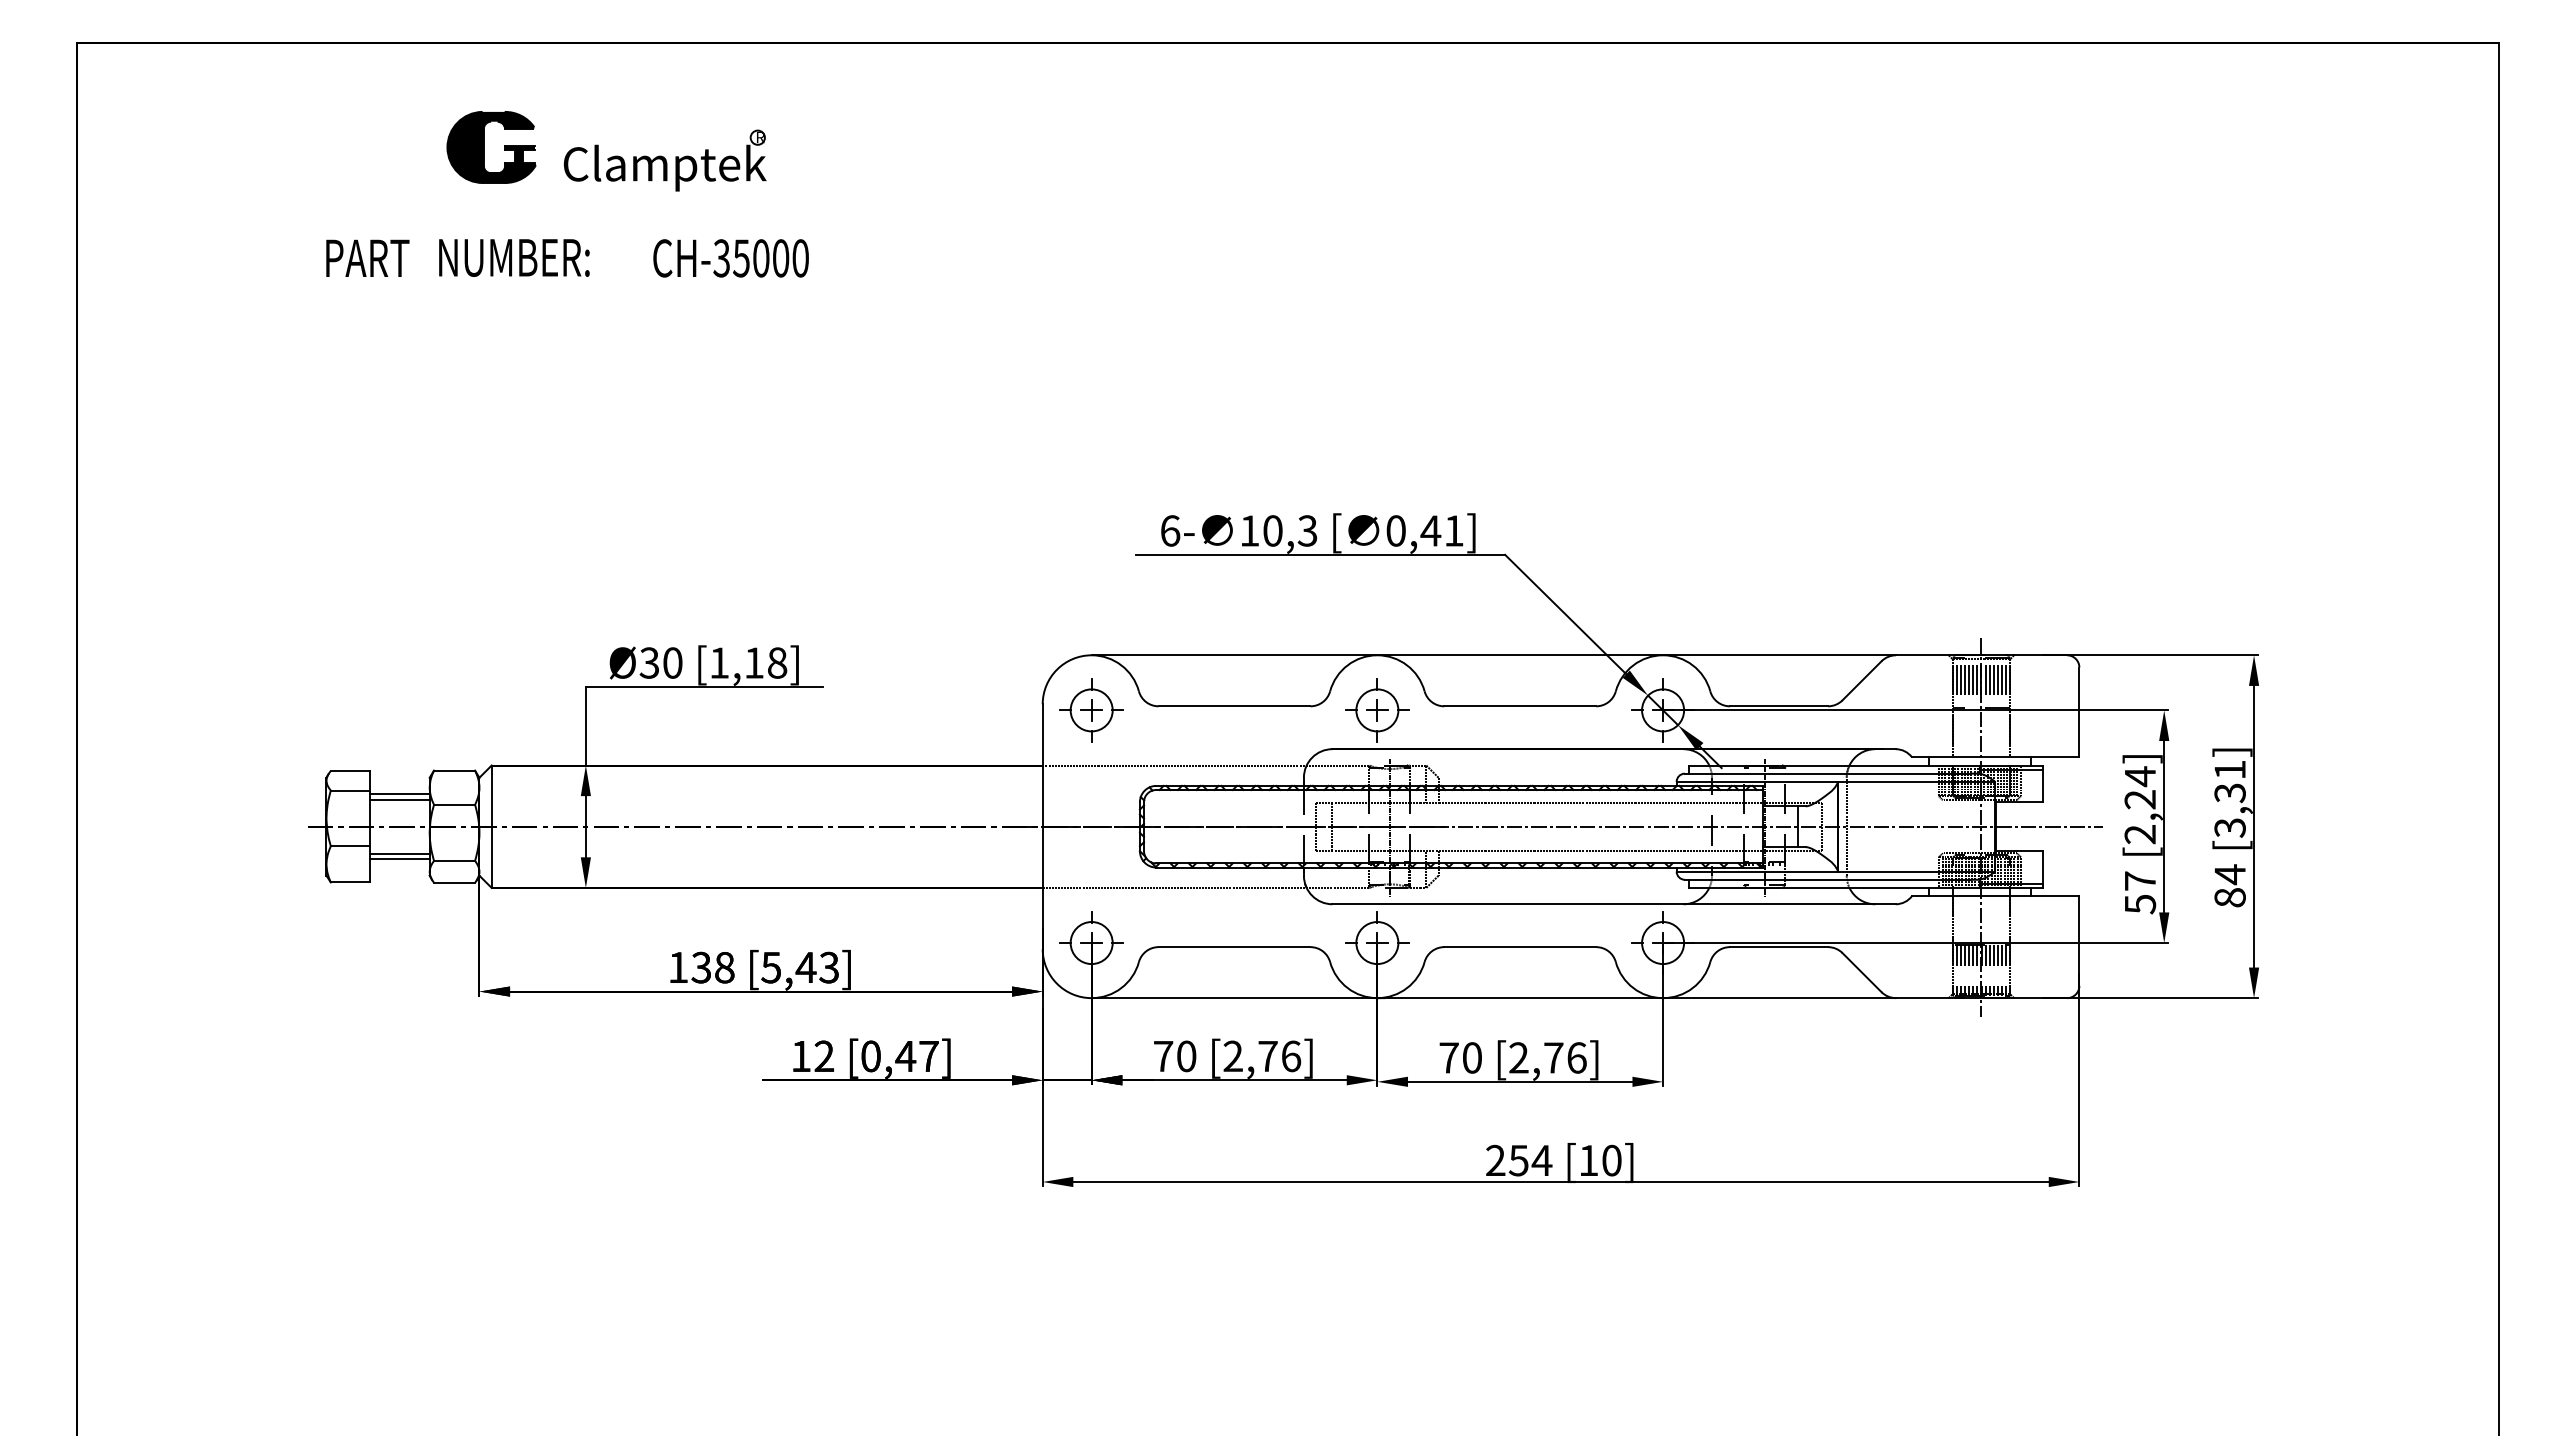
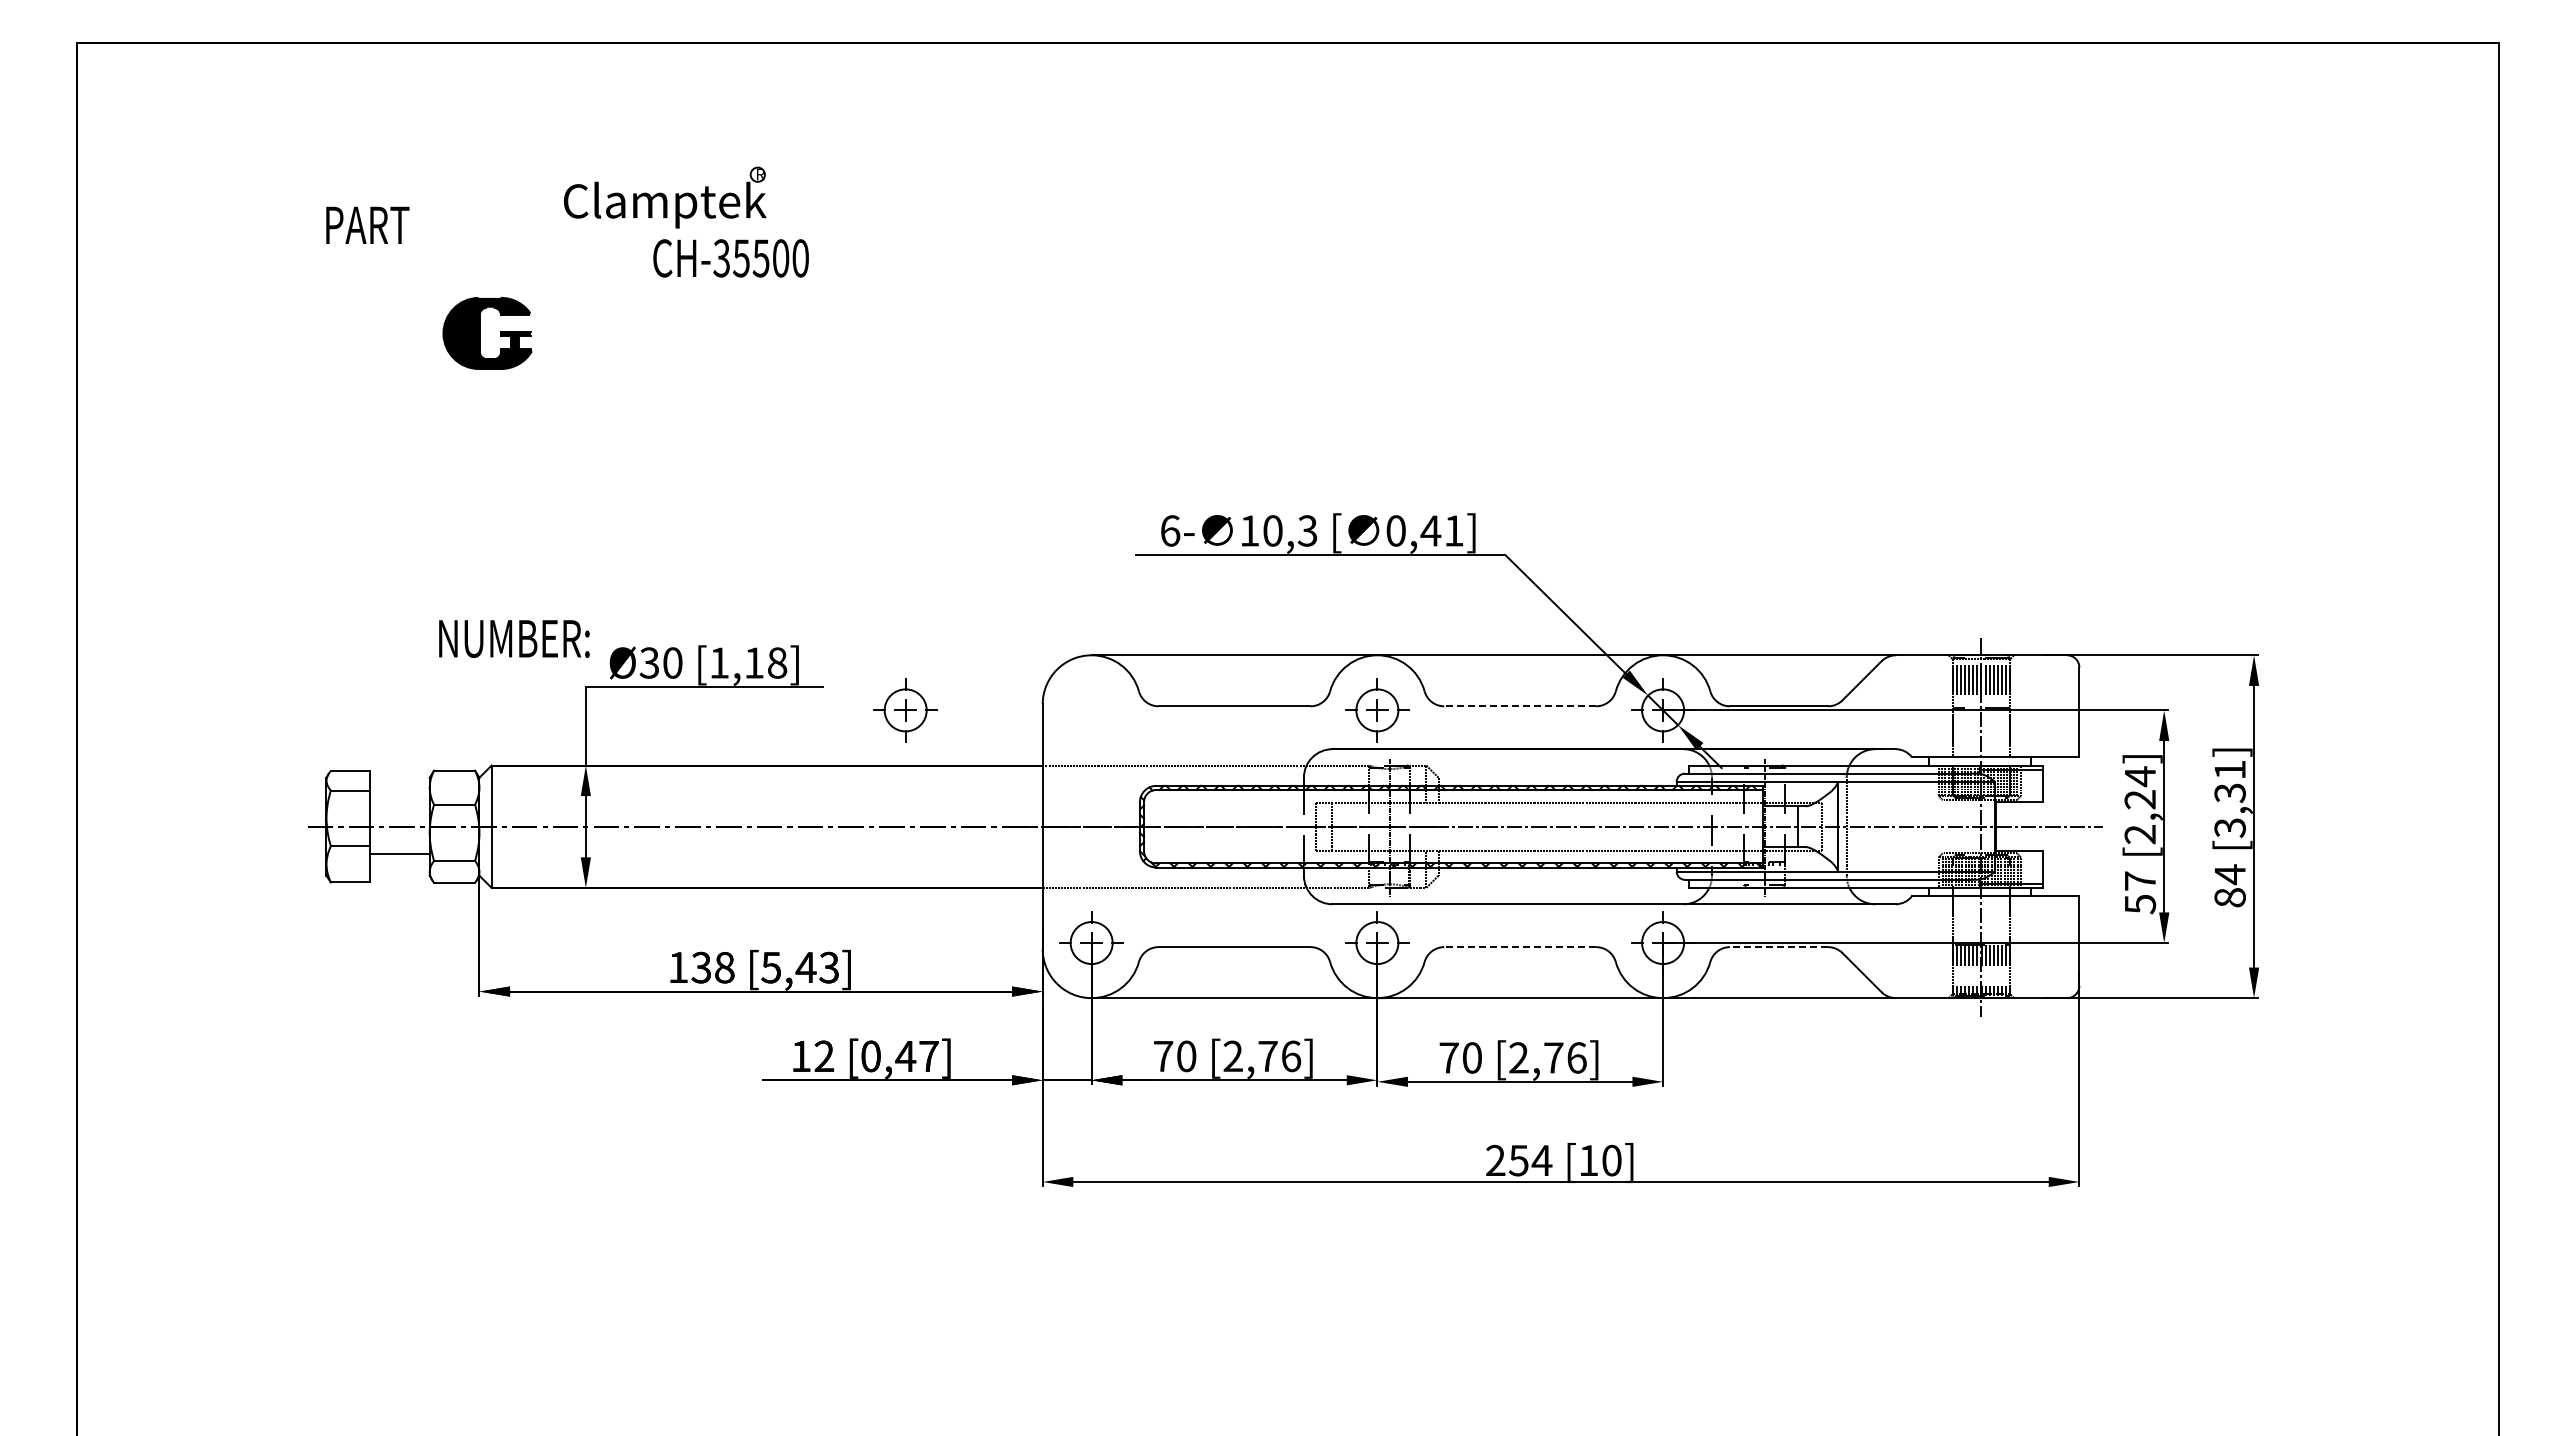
part at (484, 147) position: (484, 147) -> (480, 333)
part at (665, 160) position: (665, 160) -> (665, 197)
text at (367, 257) position: (367, 257) -> (367, 224)
text at (514, 257) position: (514, 257) -> (514, 638)
text at (760, 258): CH-35000 -> CH-35500
line at (1520, 706): solid -> dashed
part at (1091, 710) position: (1091, 710) -> (905, 710)
line at (399, 794): present -> none
line at (399, 799): present -> none
line at (399, 859): present -> none
line at (1520, 947): solid -> dashed
line at (1778, 947): solid -> dashed
